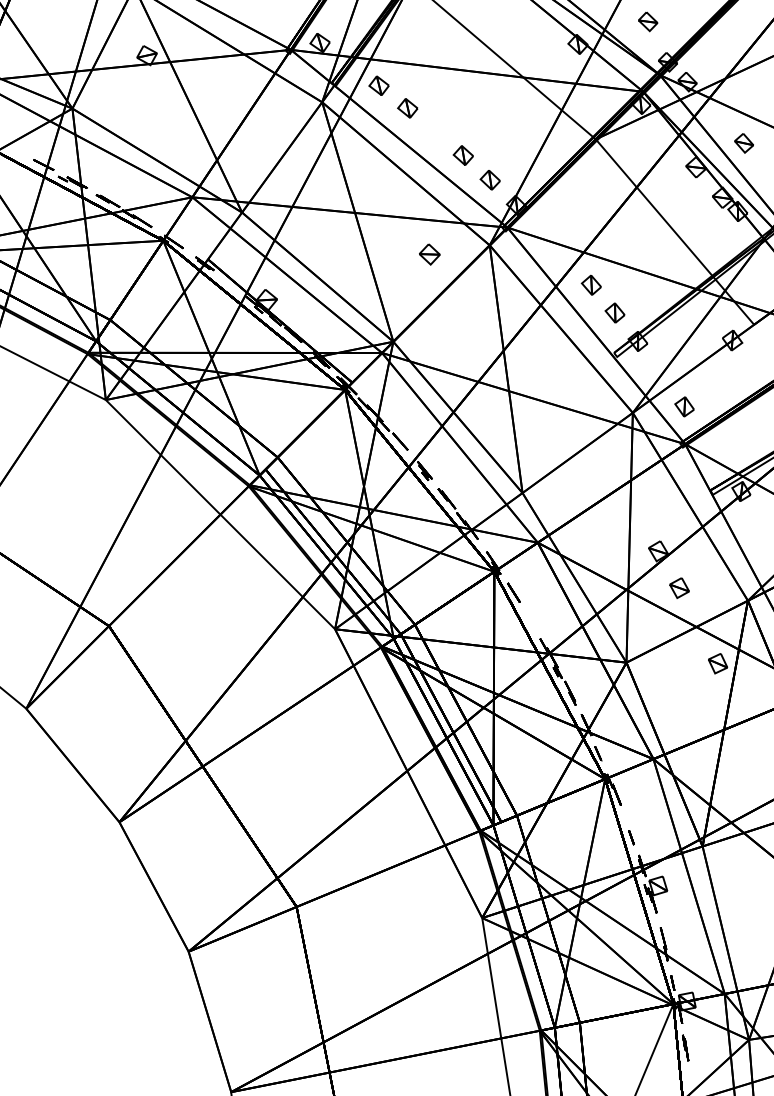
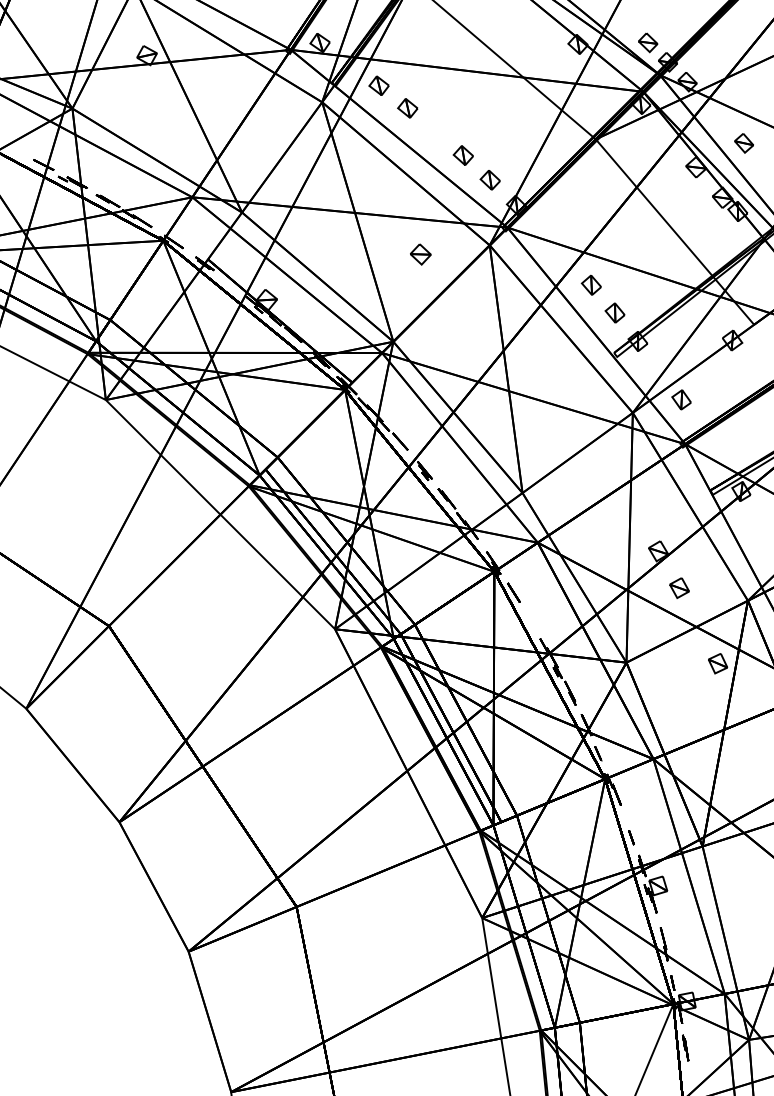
part at (648, 21) position: (648, 21) -> (648, 42)
part at (429, 254) position: (429, 254) -> (420, 254)
part at (684, 406) position: (684, 406) -> (681, 399)
